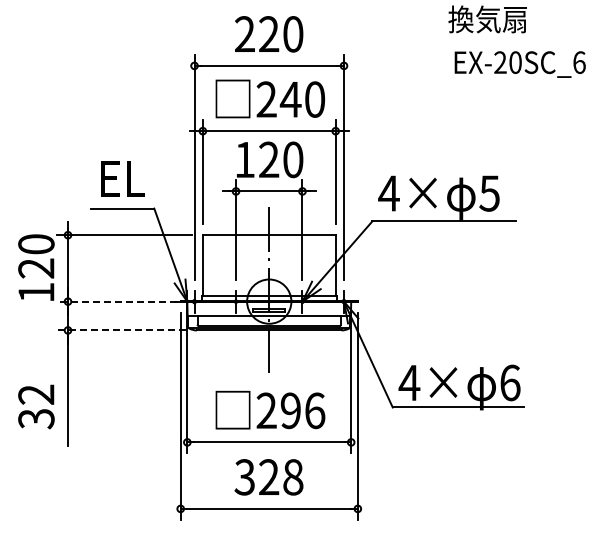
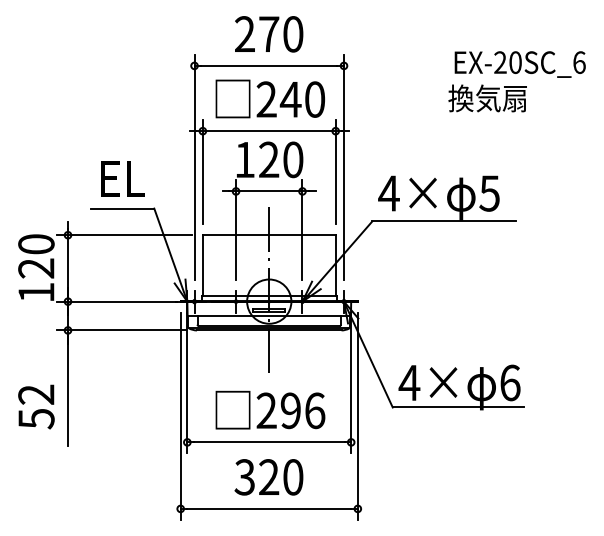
text at (487, 19) position: (487, 19) -> (487, 98)
text at (269, 33): 220 -> 270
line at (116, 301): dashed -> solid
line at (121, 330): dashed -> solid
text at (36, 419): 32 -> 52
text at (293, 477): 328 -> 320
